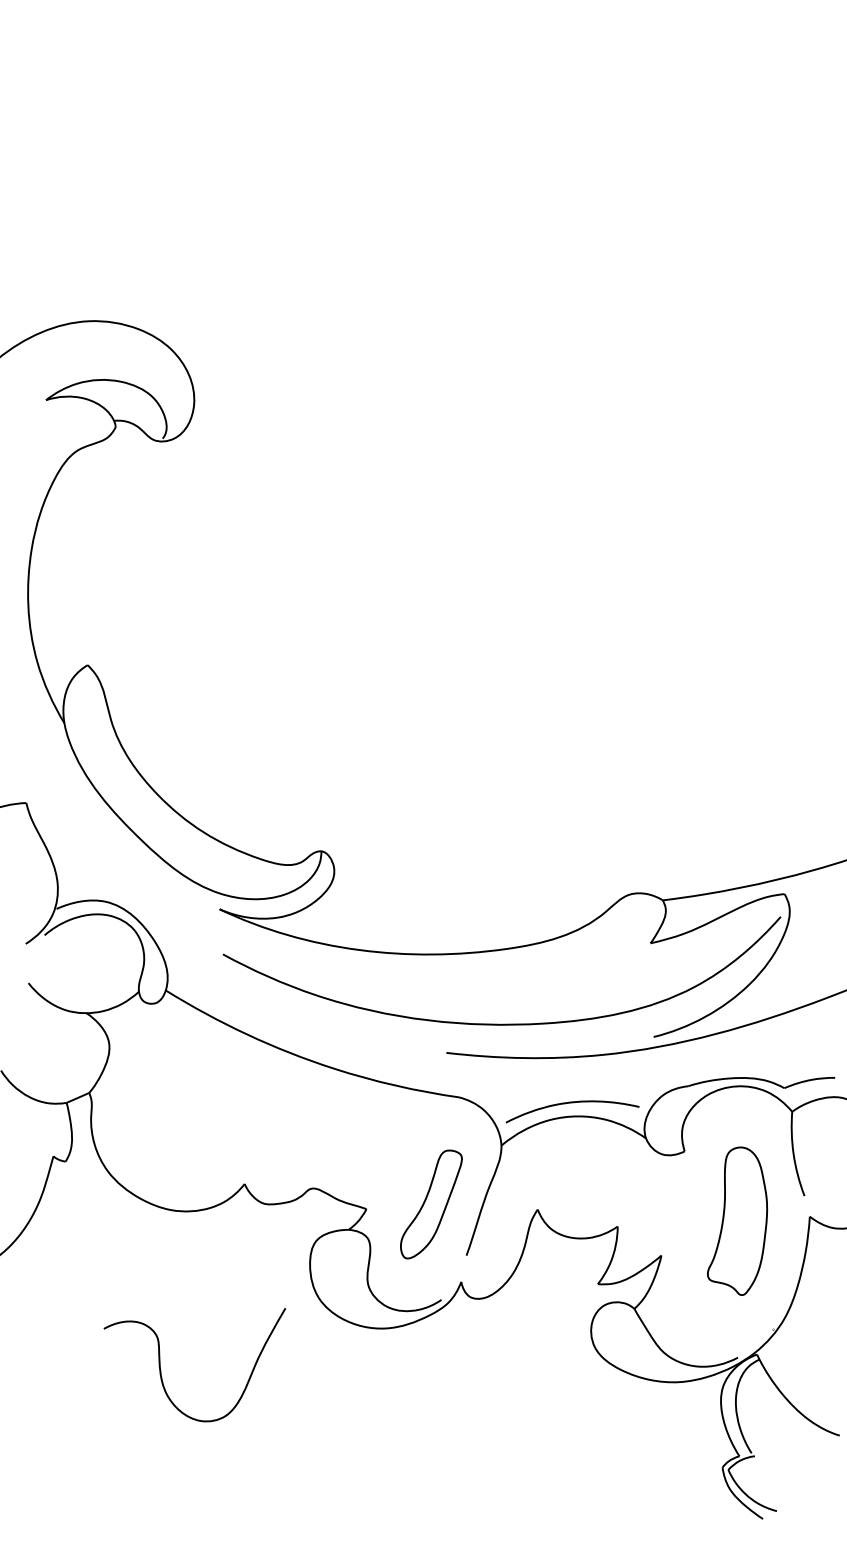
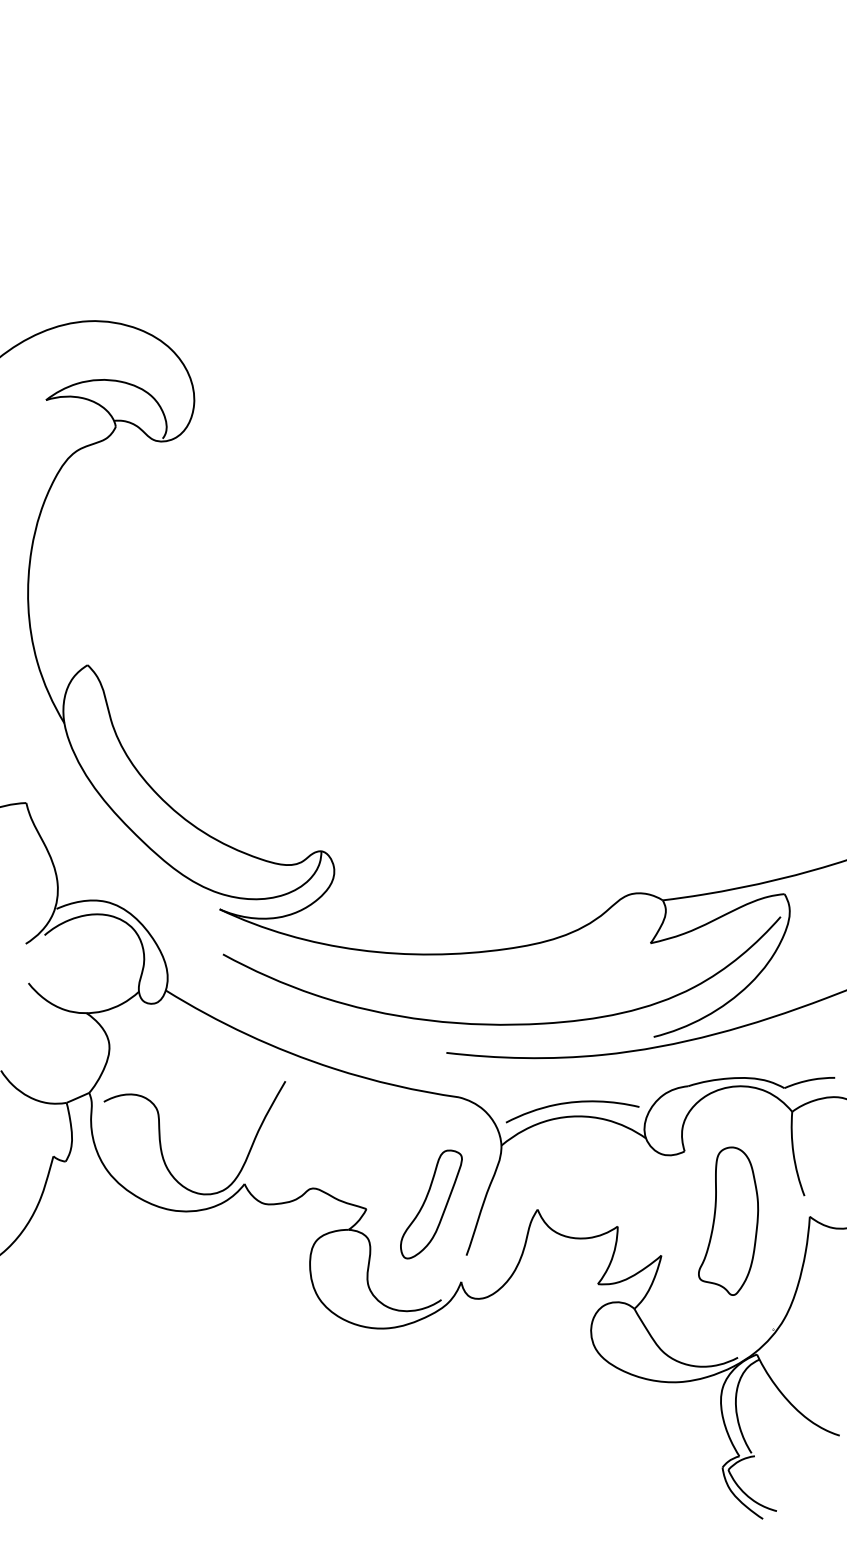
part at (737, 1220) position: (737, 1220) -> (728, 1220)
curve at (161, 1370) position: (161, 1370) -> (161, 1143)
